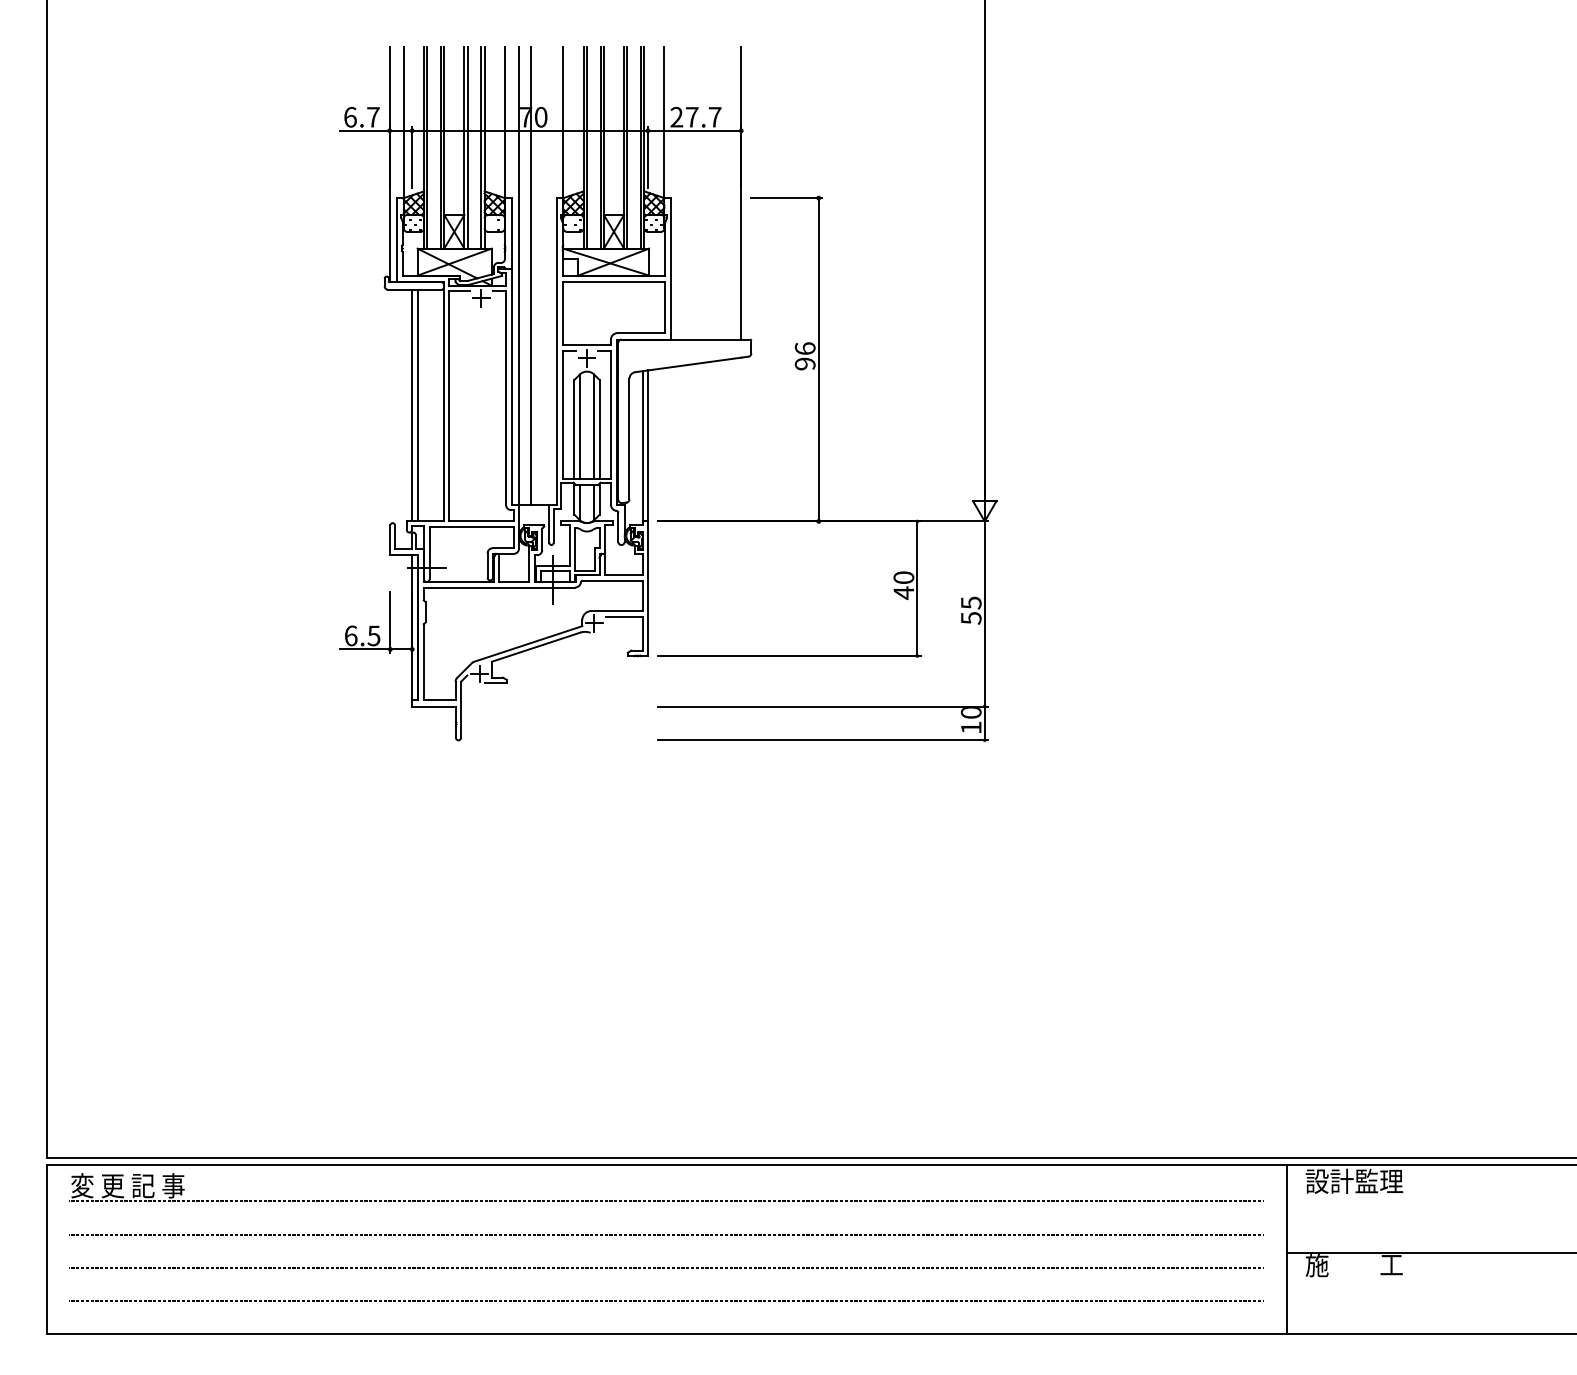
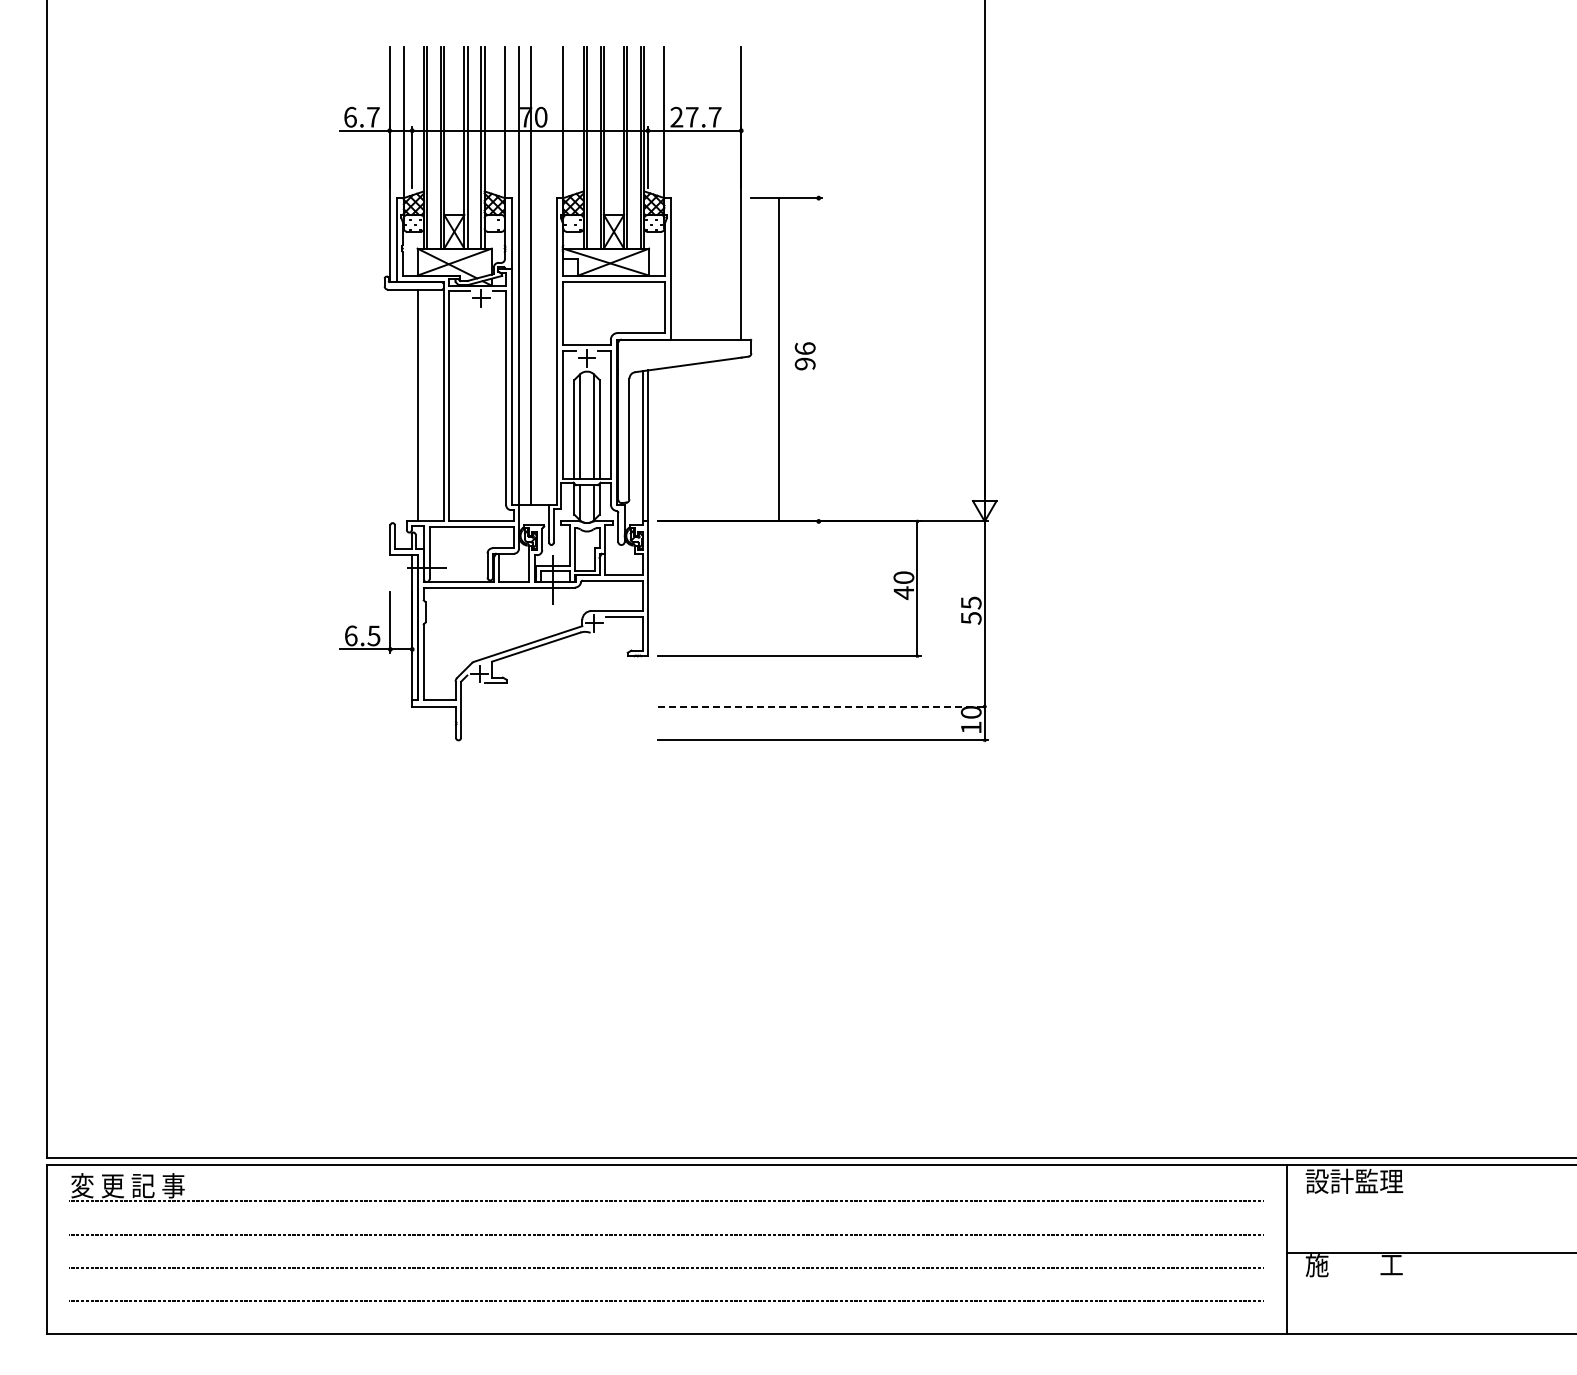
line at (818, 359) position: (818, 359) -> (778, 359)
line at (412, 405): present -> none
line at (823, 706): solid -> dashed
